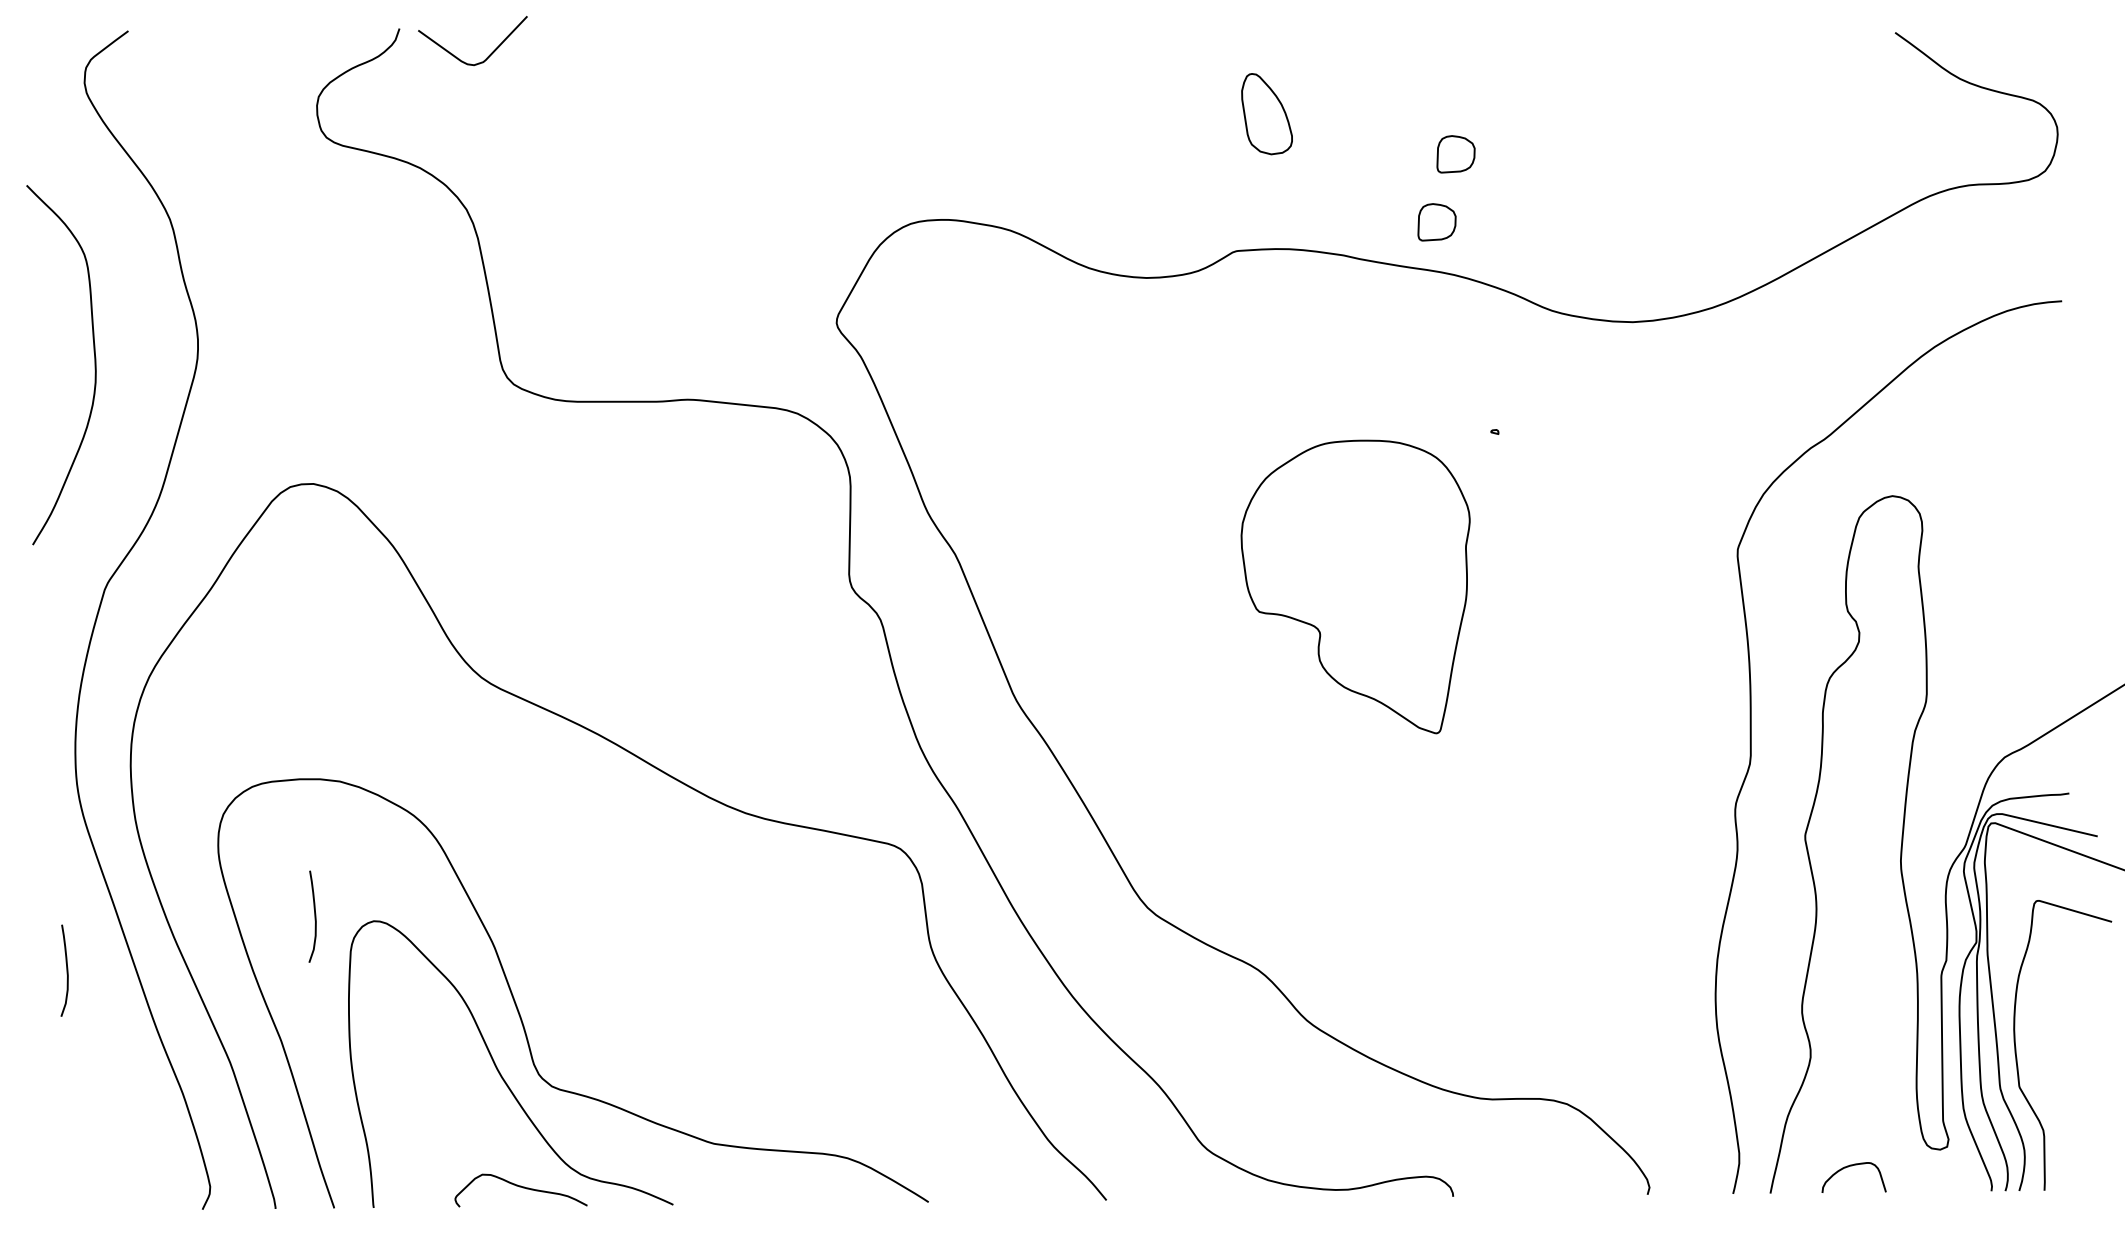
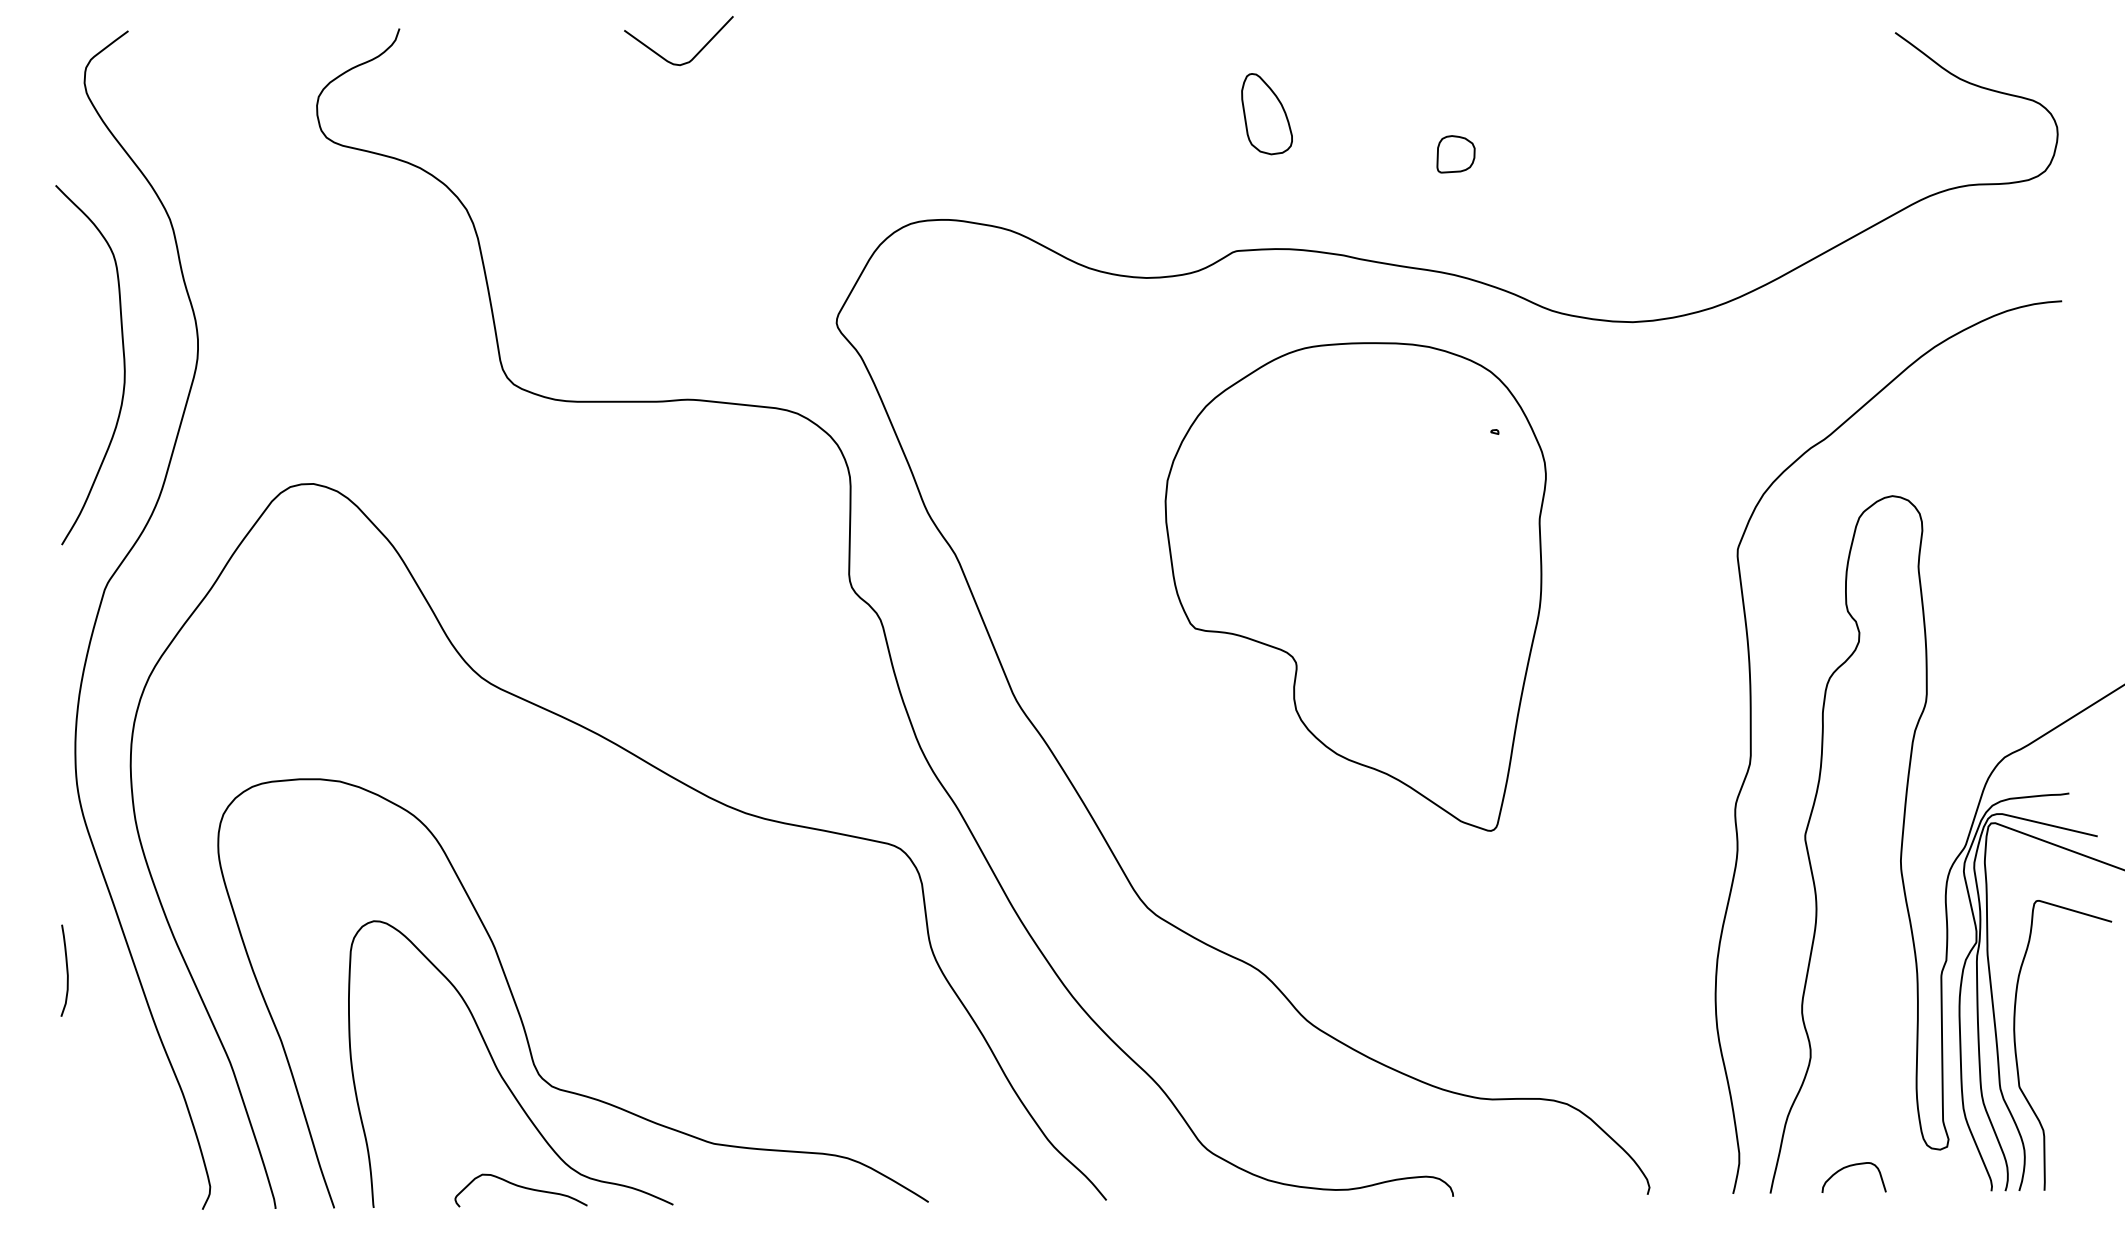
curve at (488, 55) position: (488, 55) -> (694, 55)
part at (1436, 222): present -> none
curve at (94, 365) position: (94, 365) -> (123, 365)
part at (1355, 586) size: 231x296 px -> 383x490 px
curve at (314, 916): present -> none
